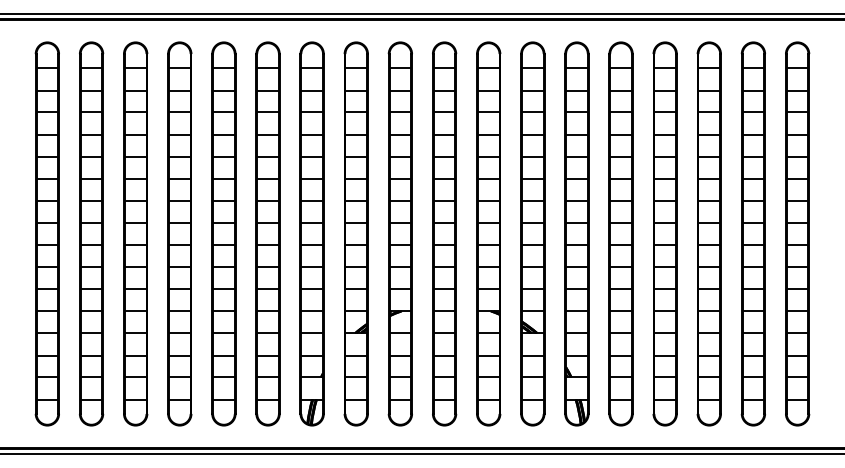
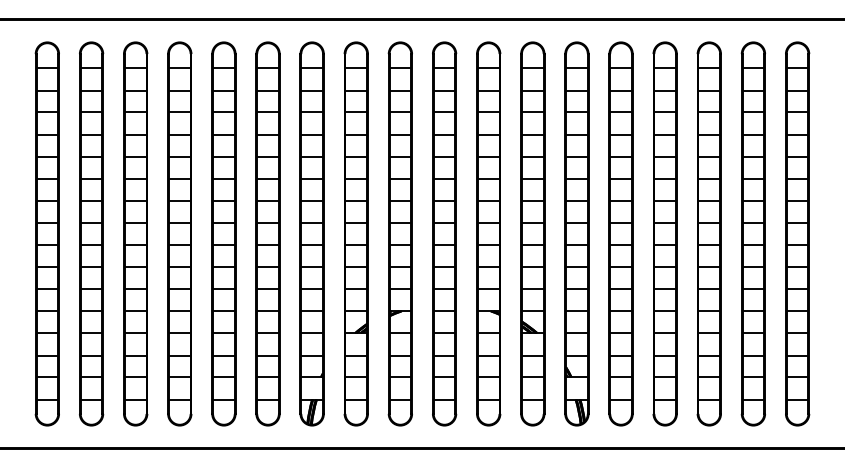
line at (421, 13): present -> none
line at (421, 454): present -> none
